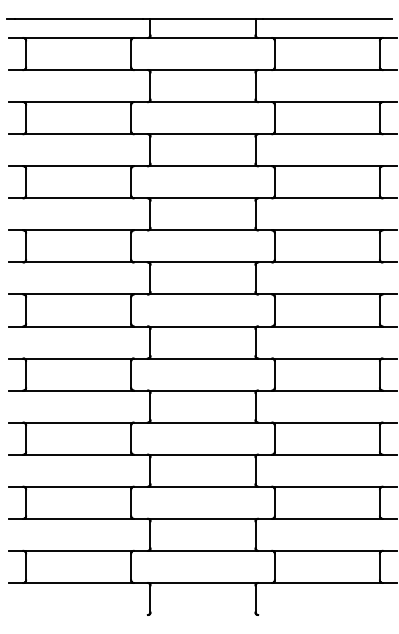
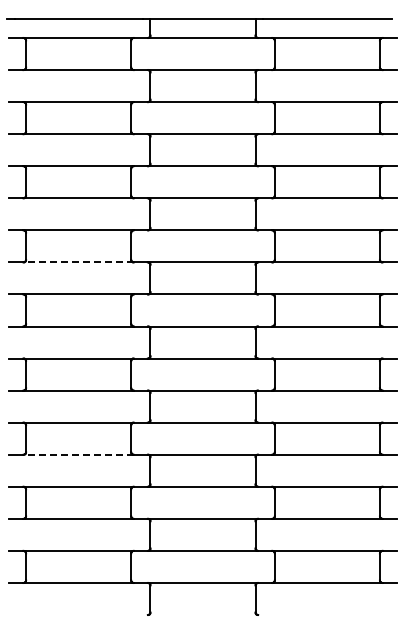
line at (78, 262): solid -> dashed
line at (78, 454): solid -> dashed
